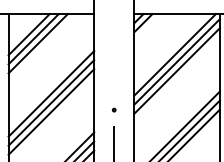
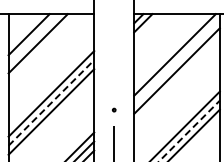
line at (33, 39): present -> none
line at (176, 61): present -> none
line at (51, 102): solid -> dashed
line at (189, 131): solid -> dashed
